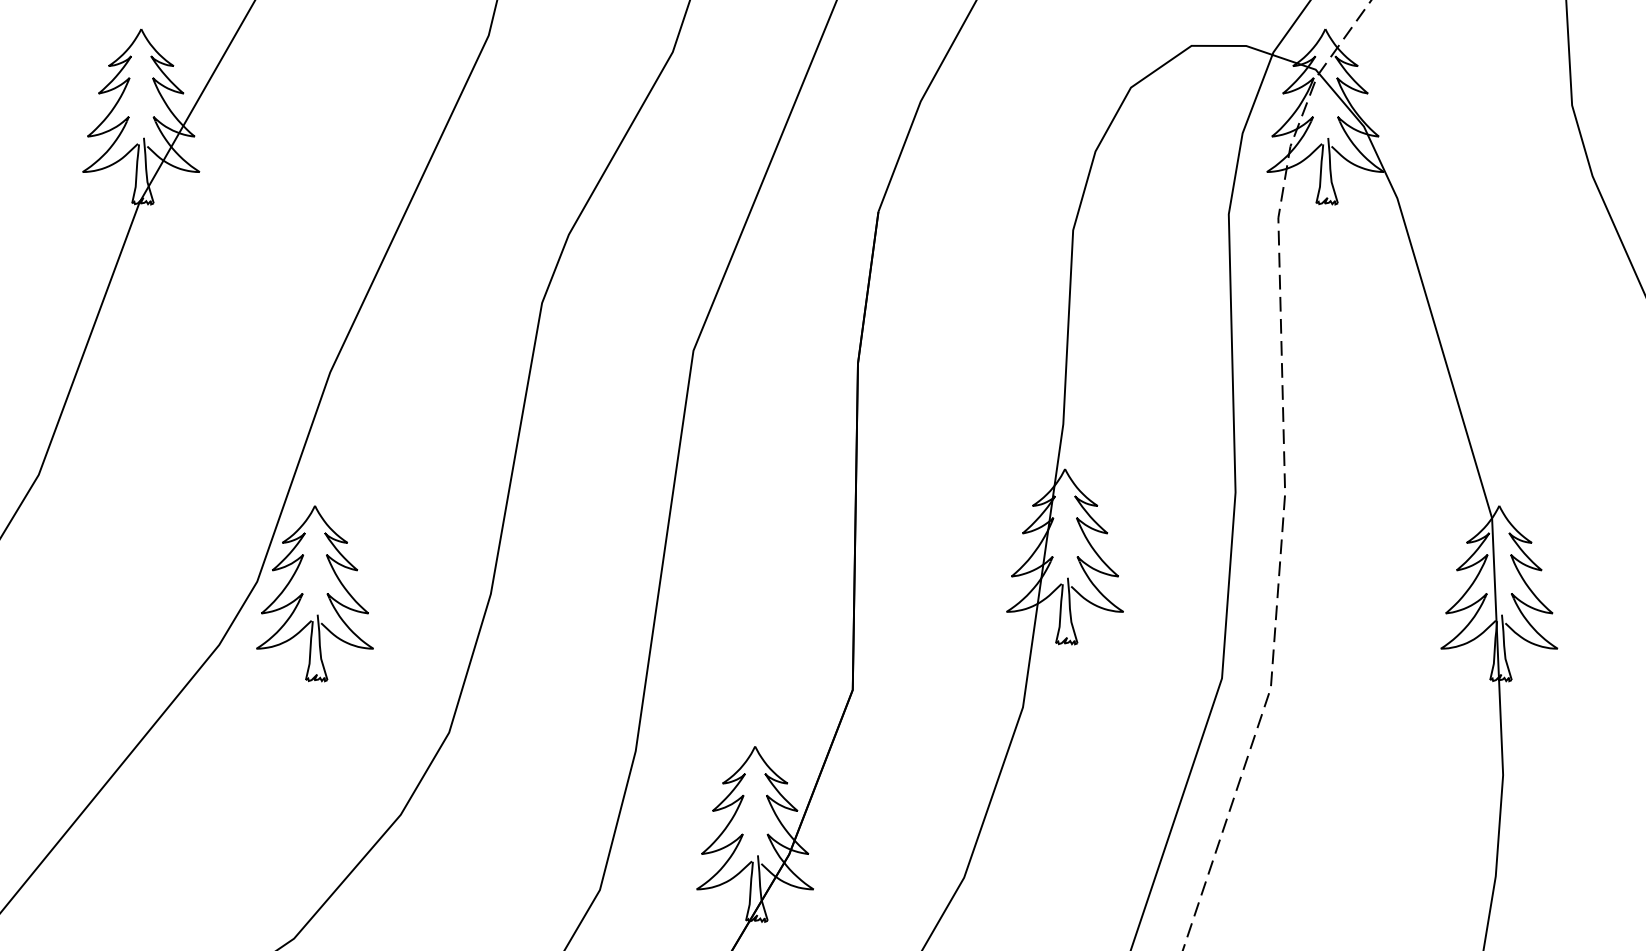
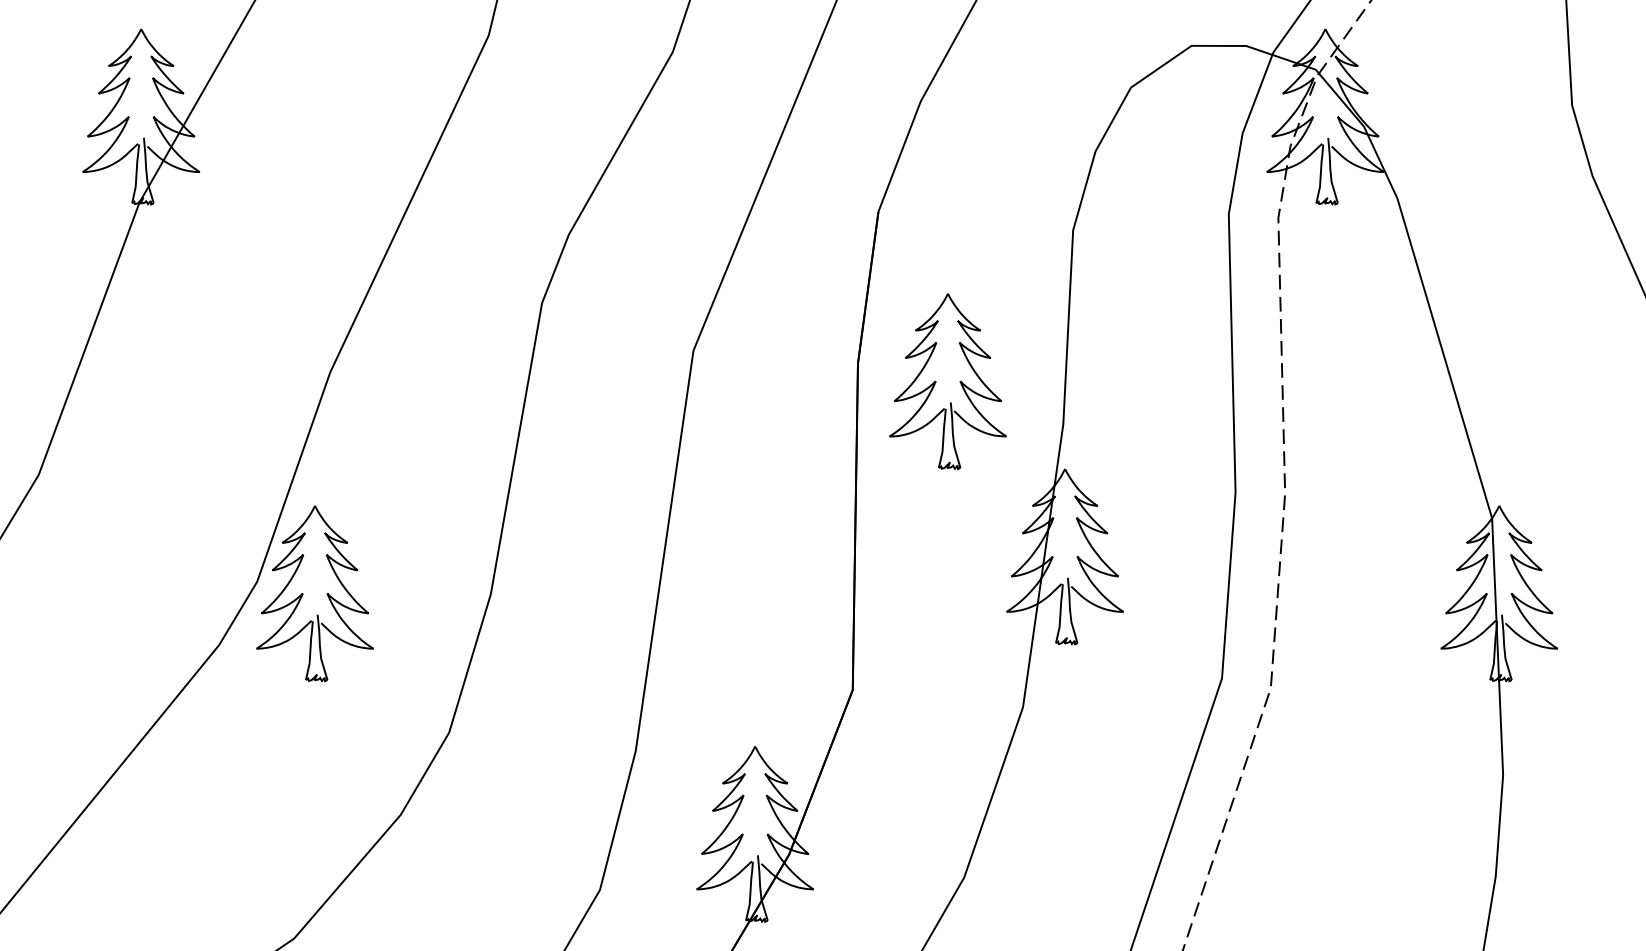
part at (947, 381): none -> present
